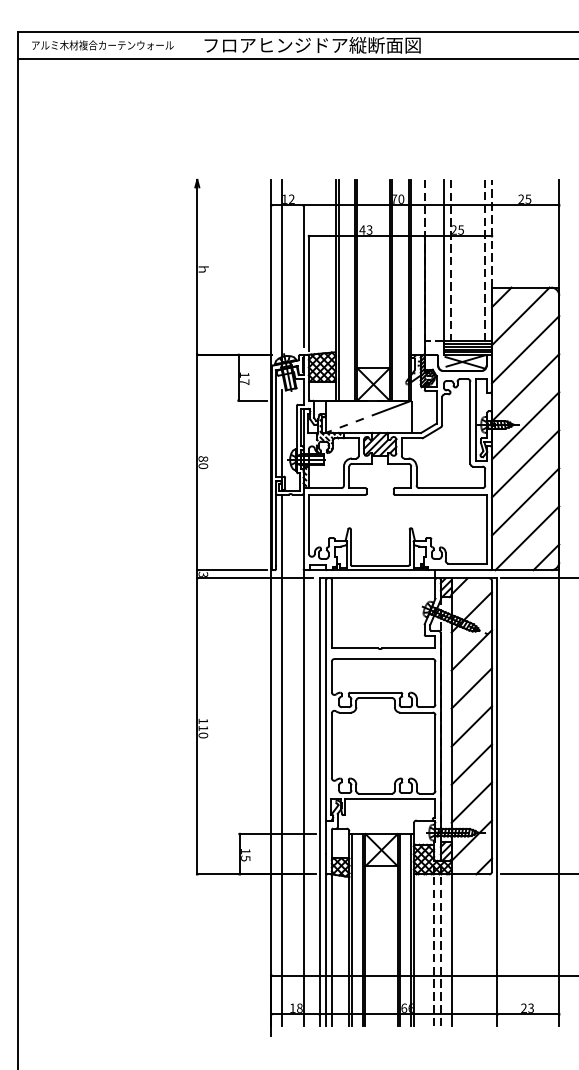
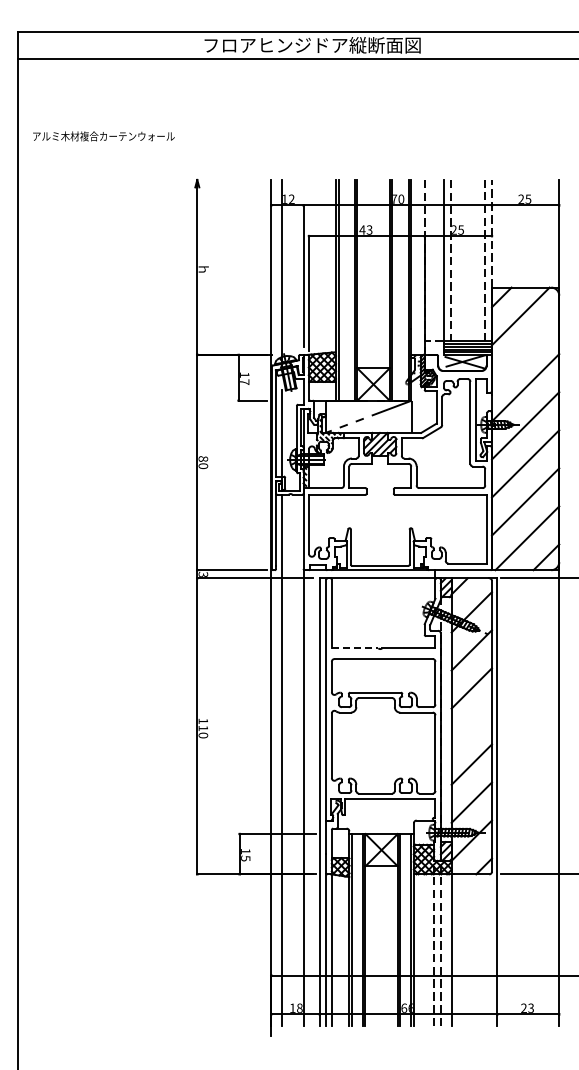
text at (102, 45) position: (102, 45) -> (103, 136)
line at (525, 349): present -> none
line at (355, 648): solid -> dashed
line at (471, 726): present -> none
